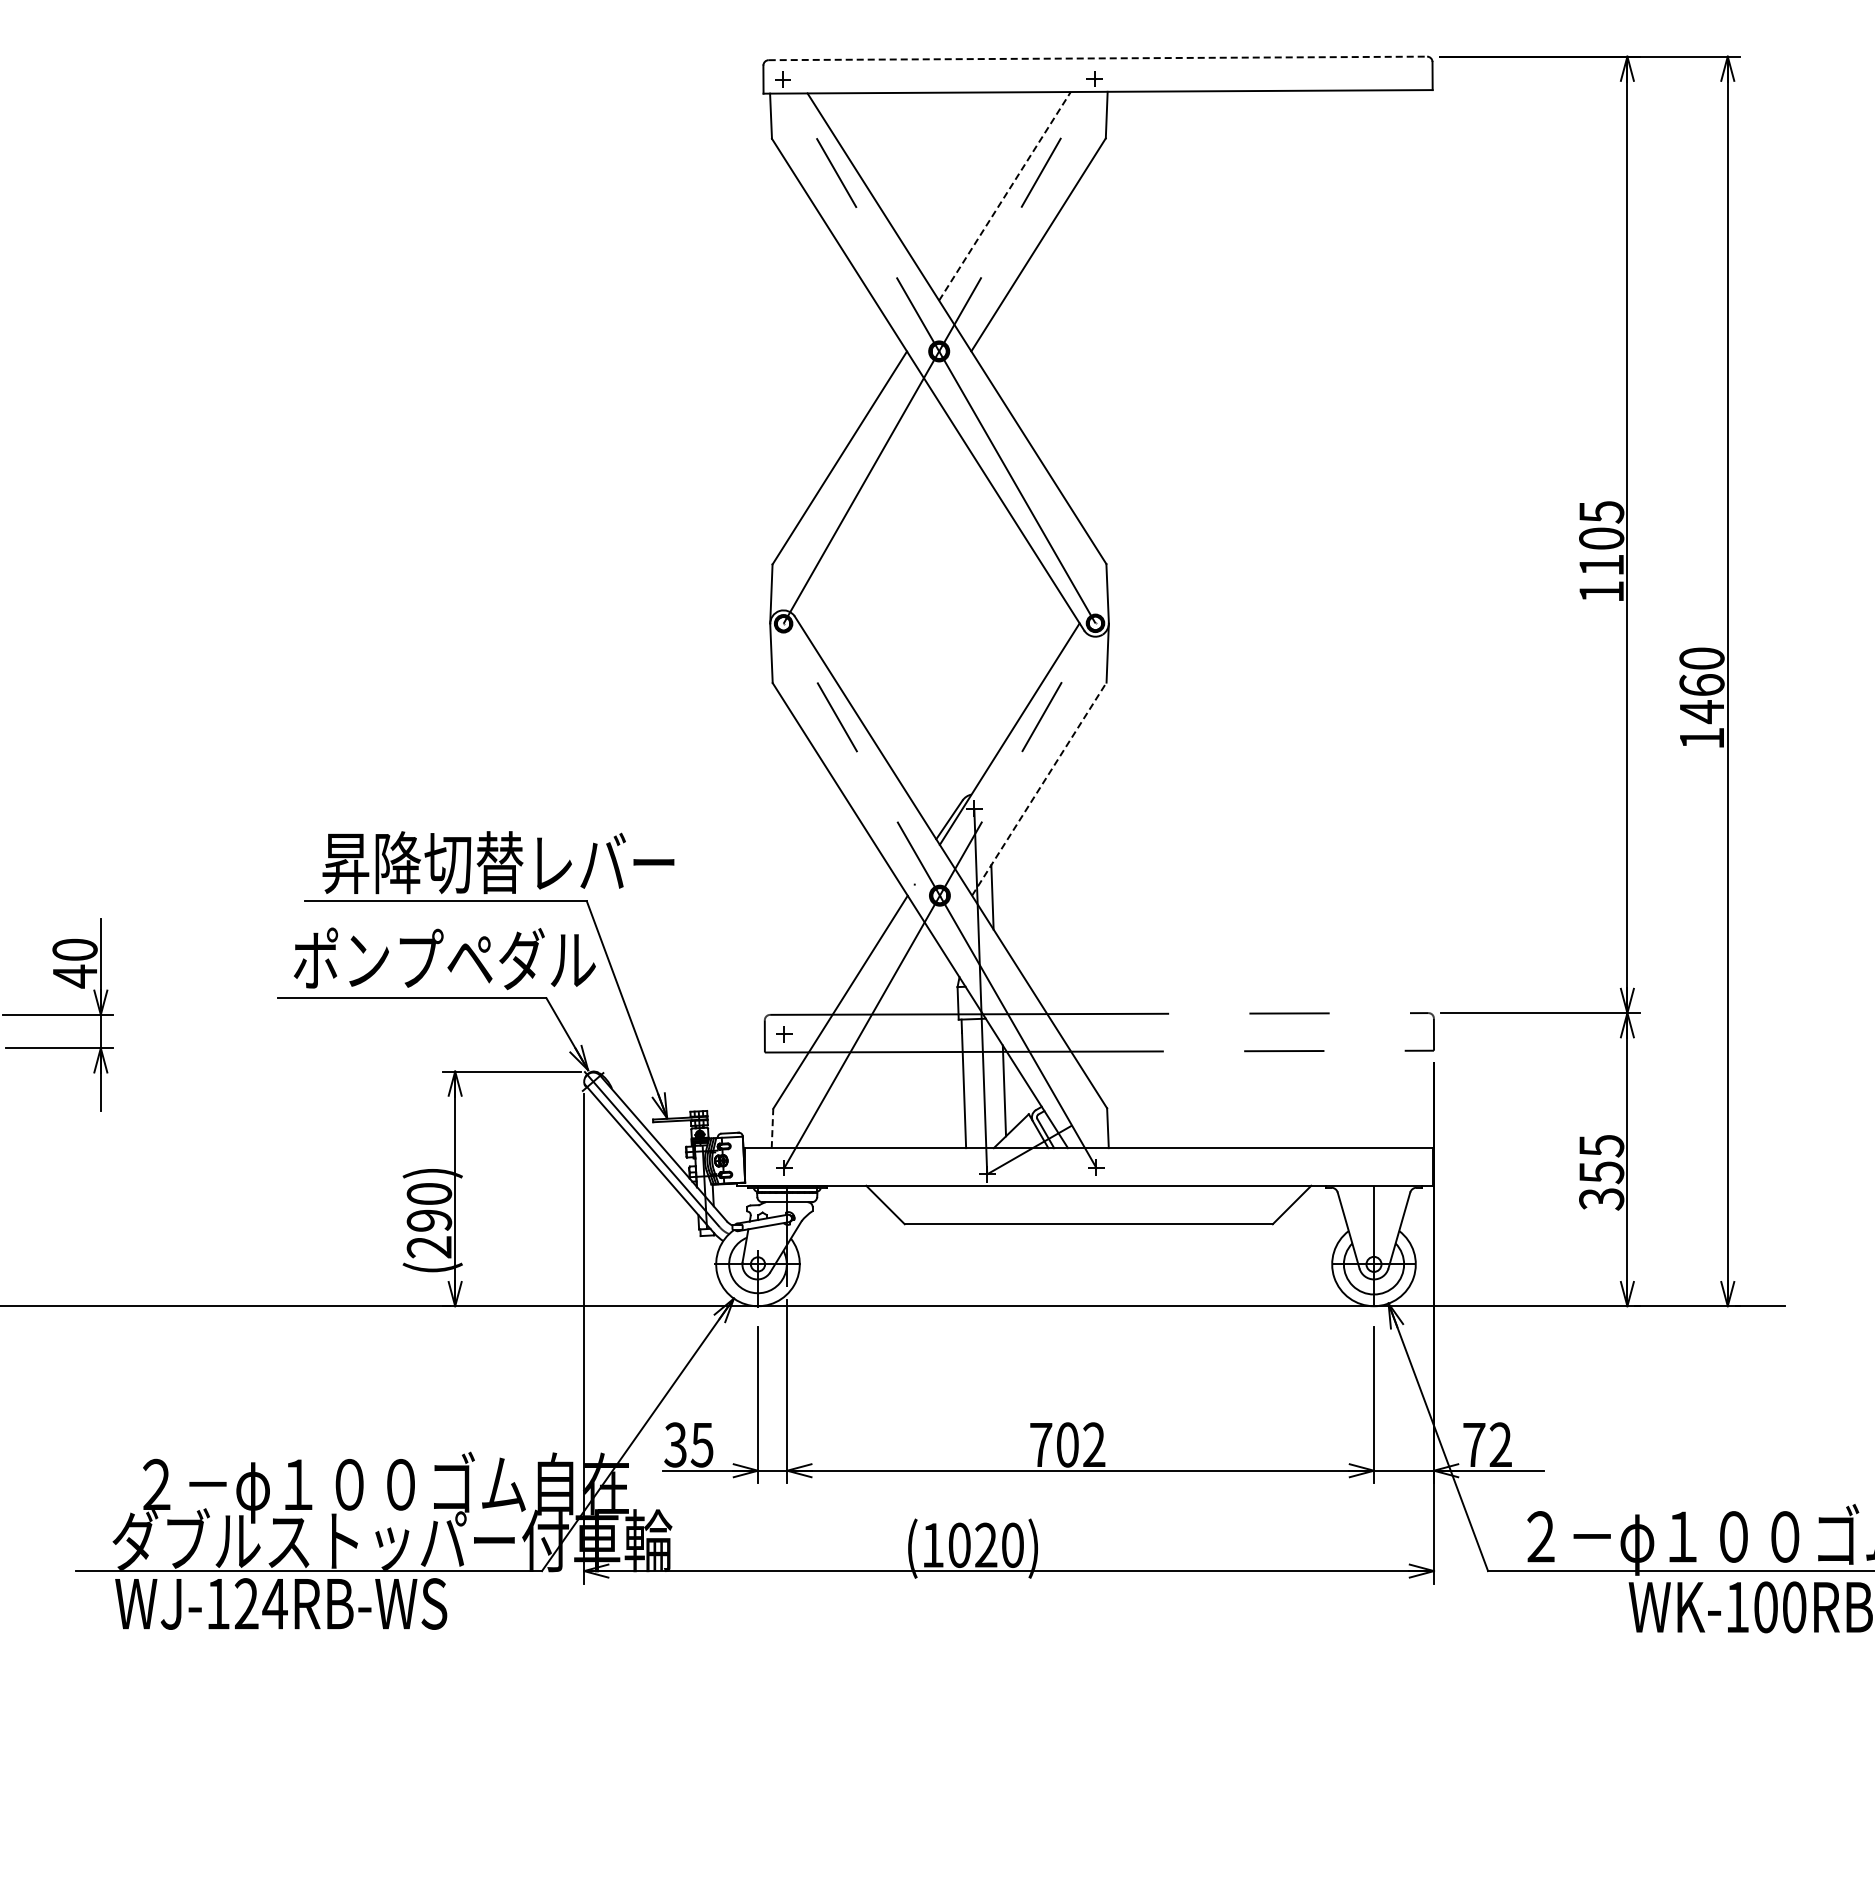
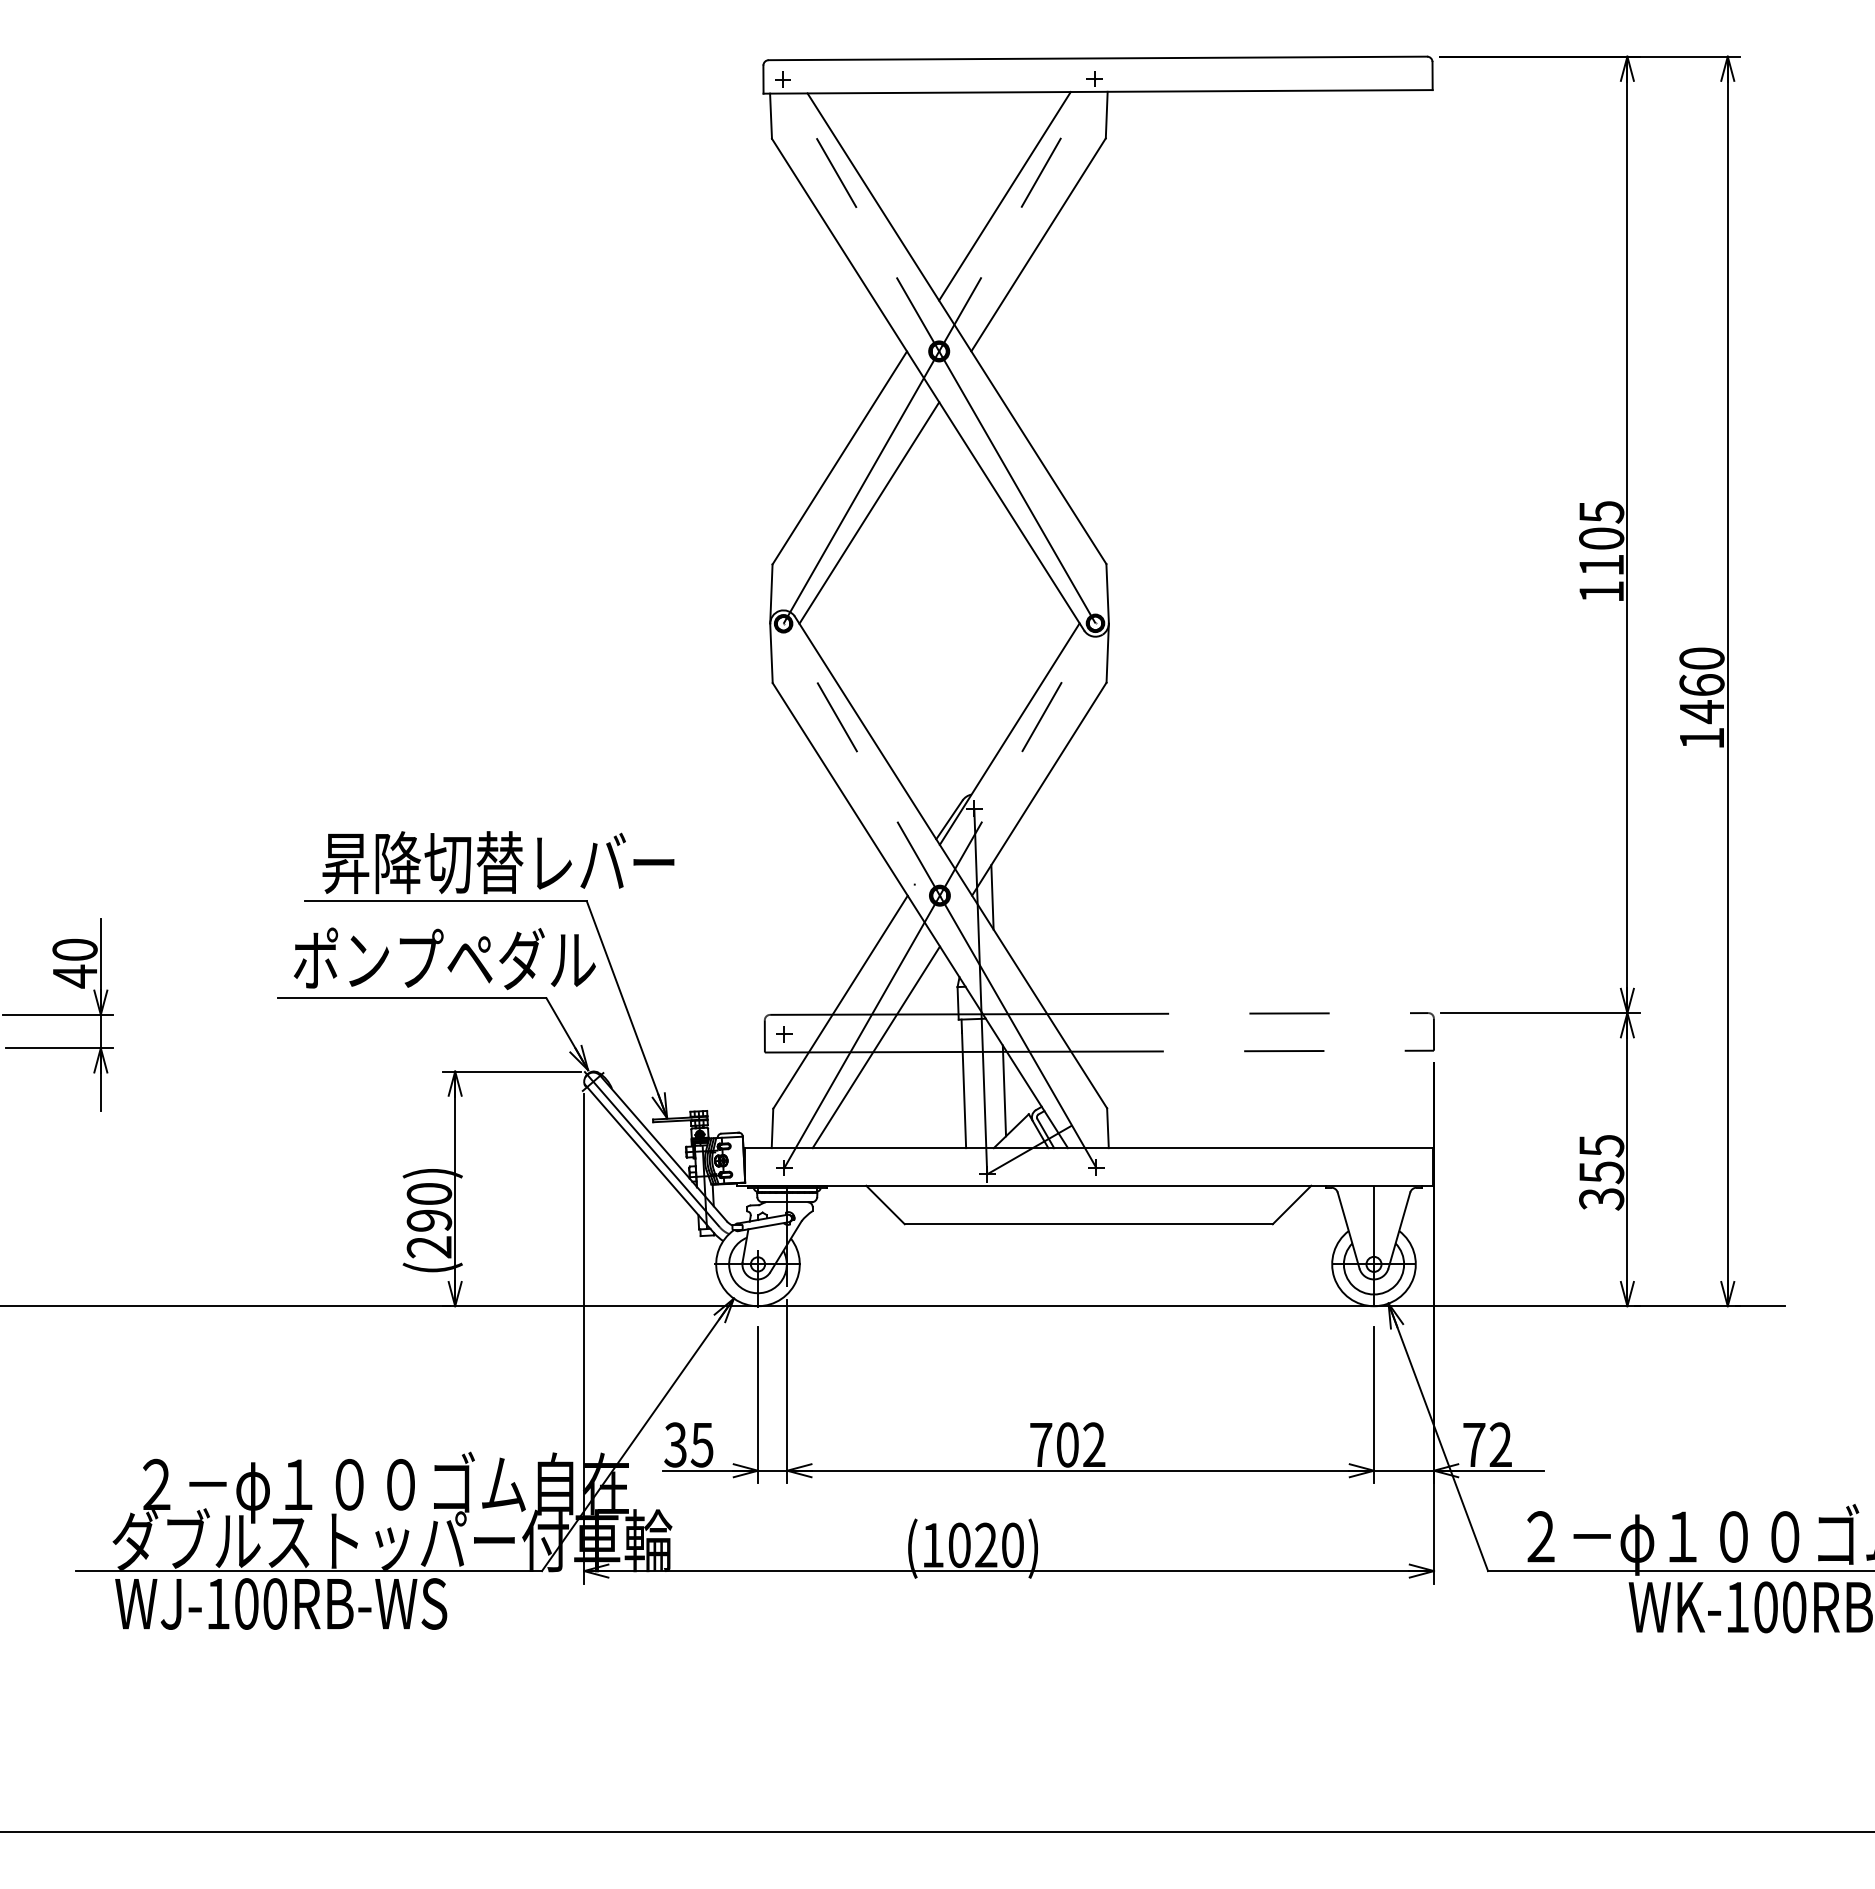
line at (1098, 58): dashed -> solid
line at (1005, 195): dashed -> solid
line at (869, 512): none -> present
line at (1039, 789): dashed -> solid
line at (875, 1047): none -> present
line at (772, 1128): dashed -> solid
text at (260, 1603): WJ-124RB-WS -> WJ-100RB-WS
line at (936, 1832): none -> present
